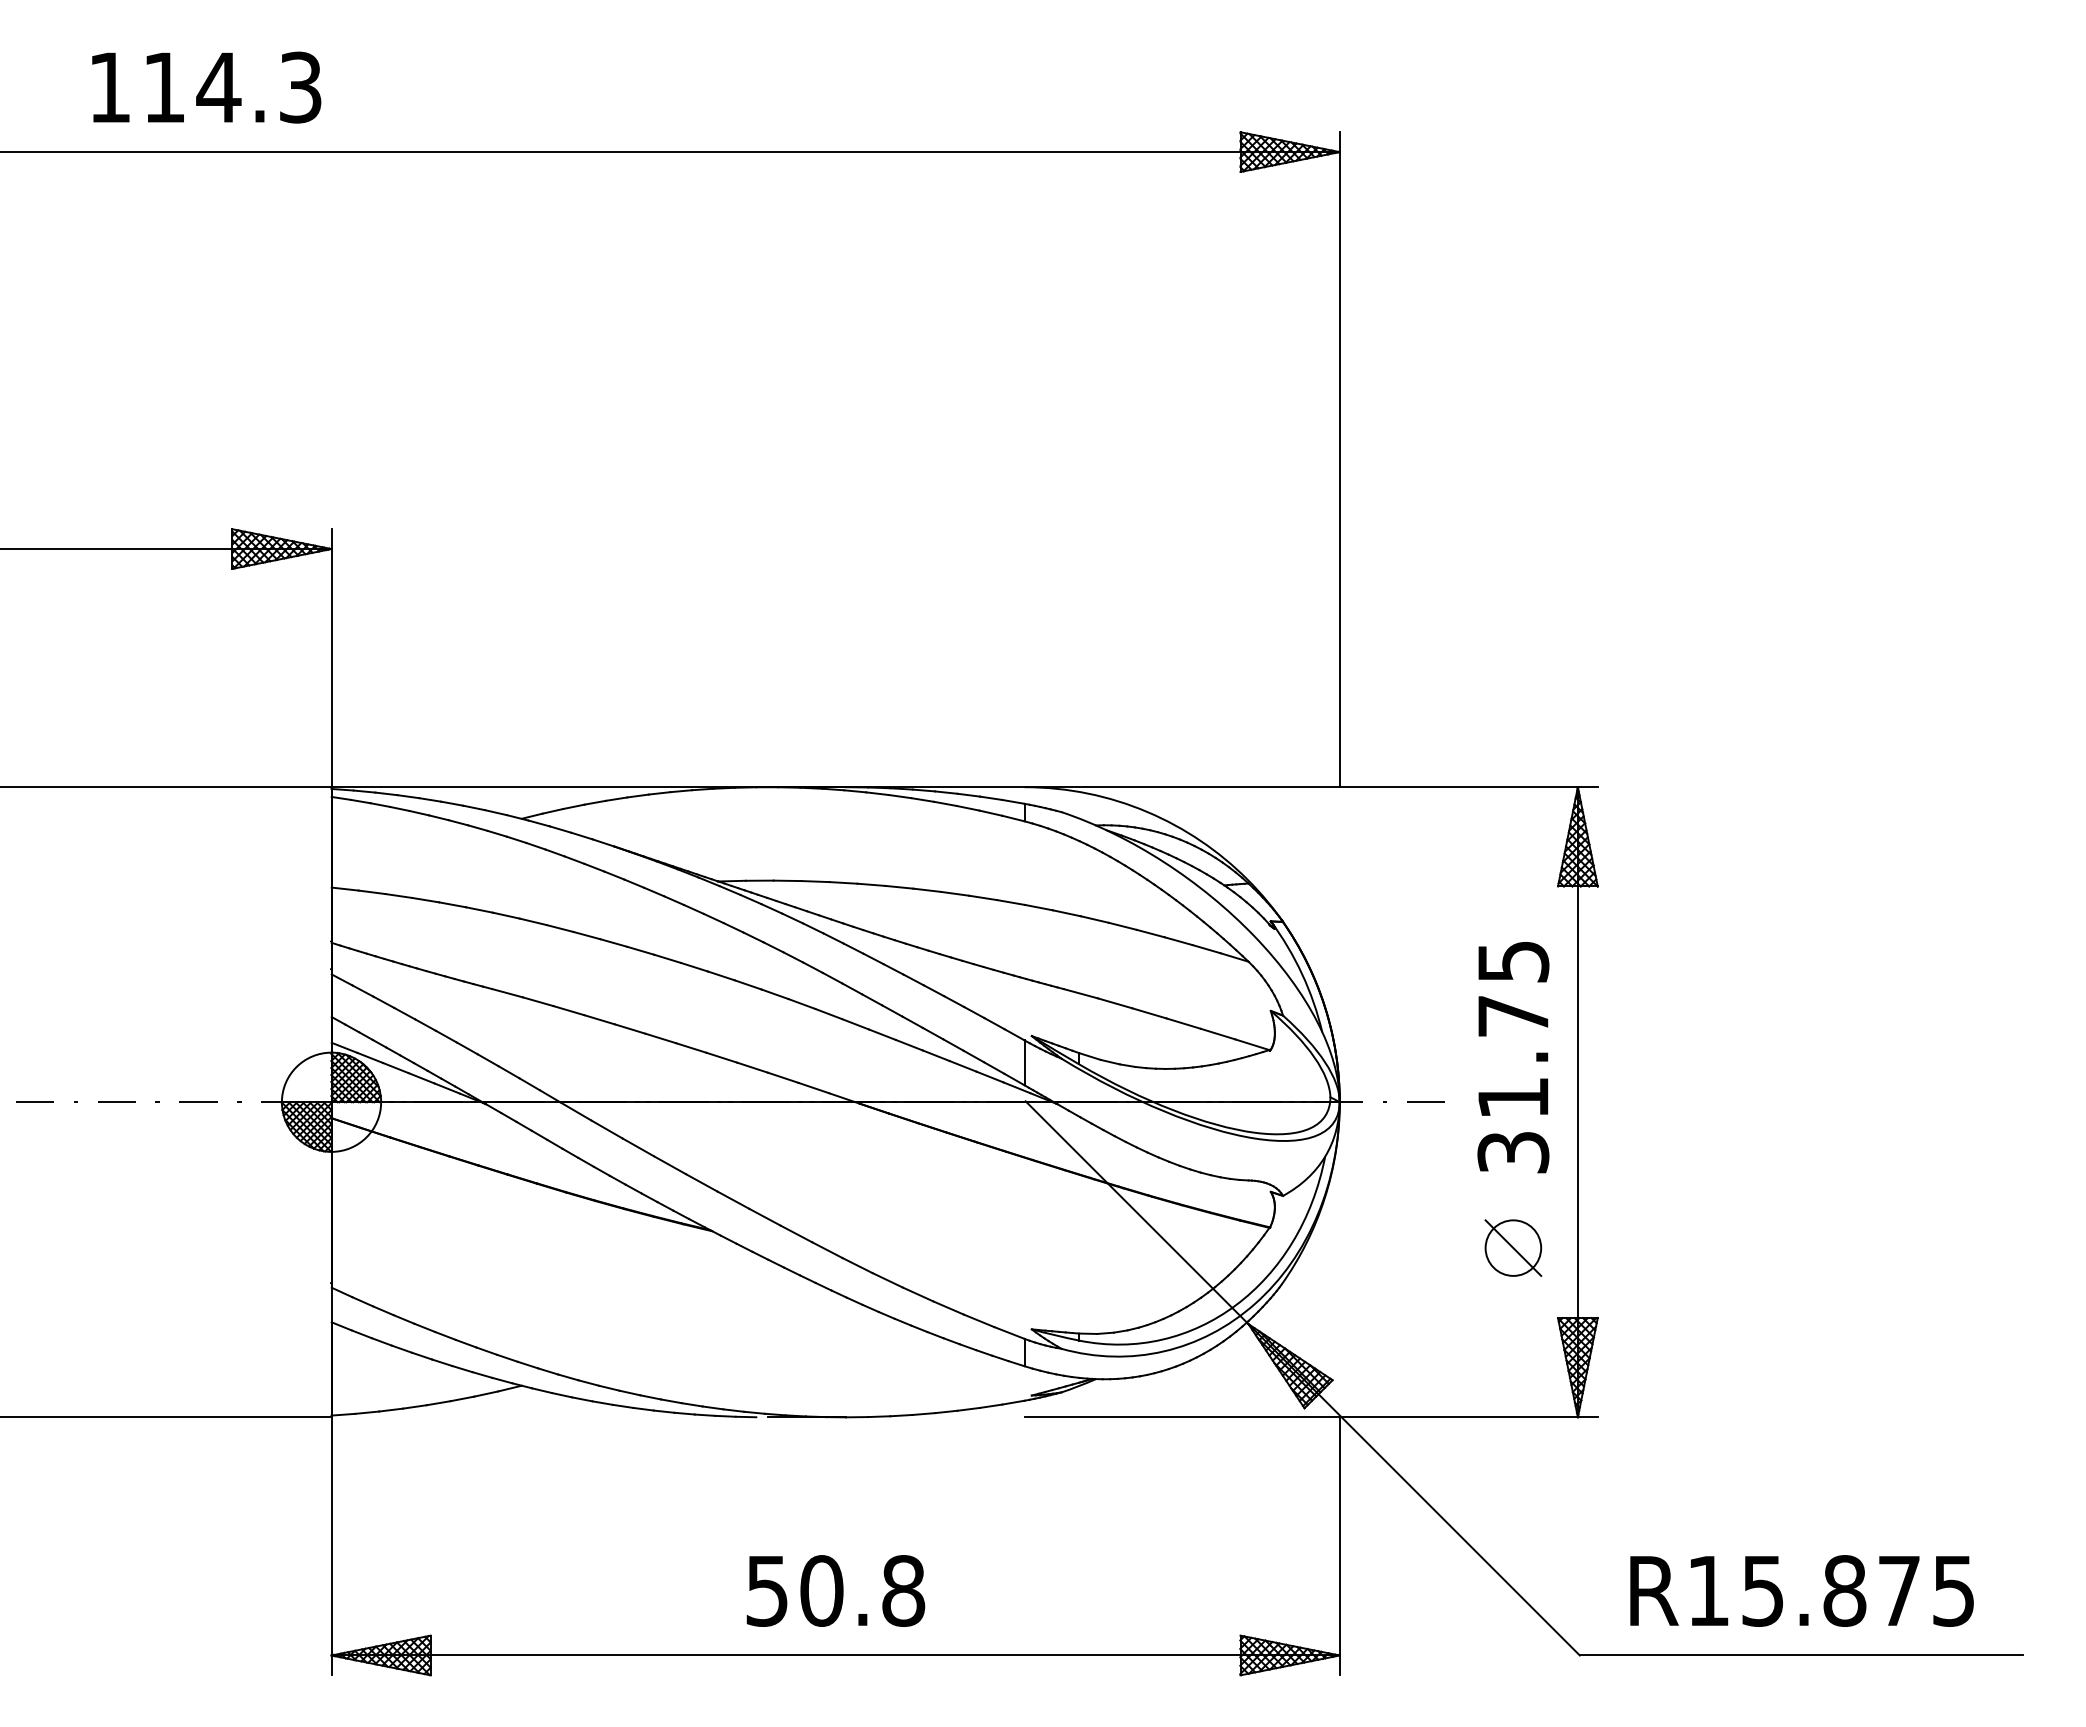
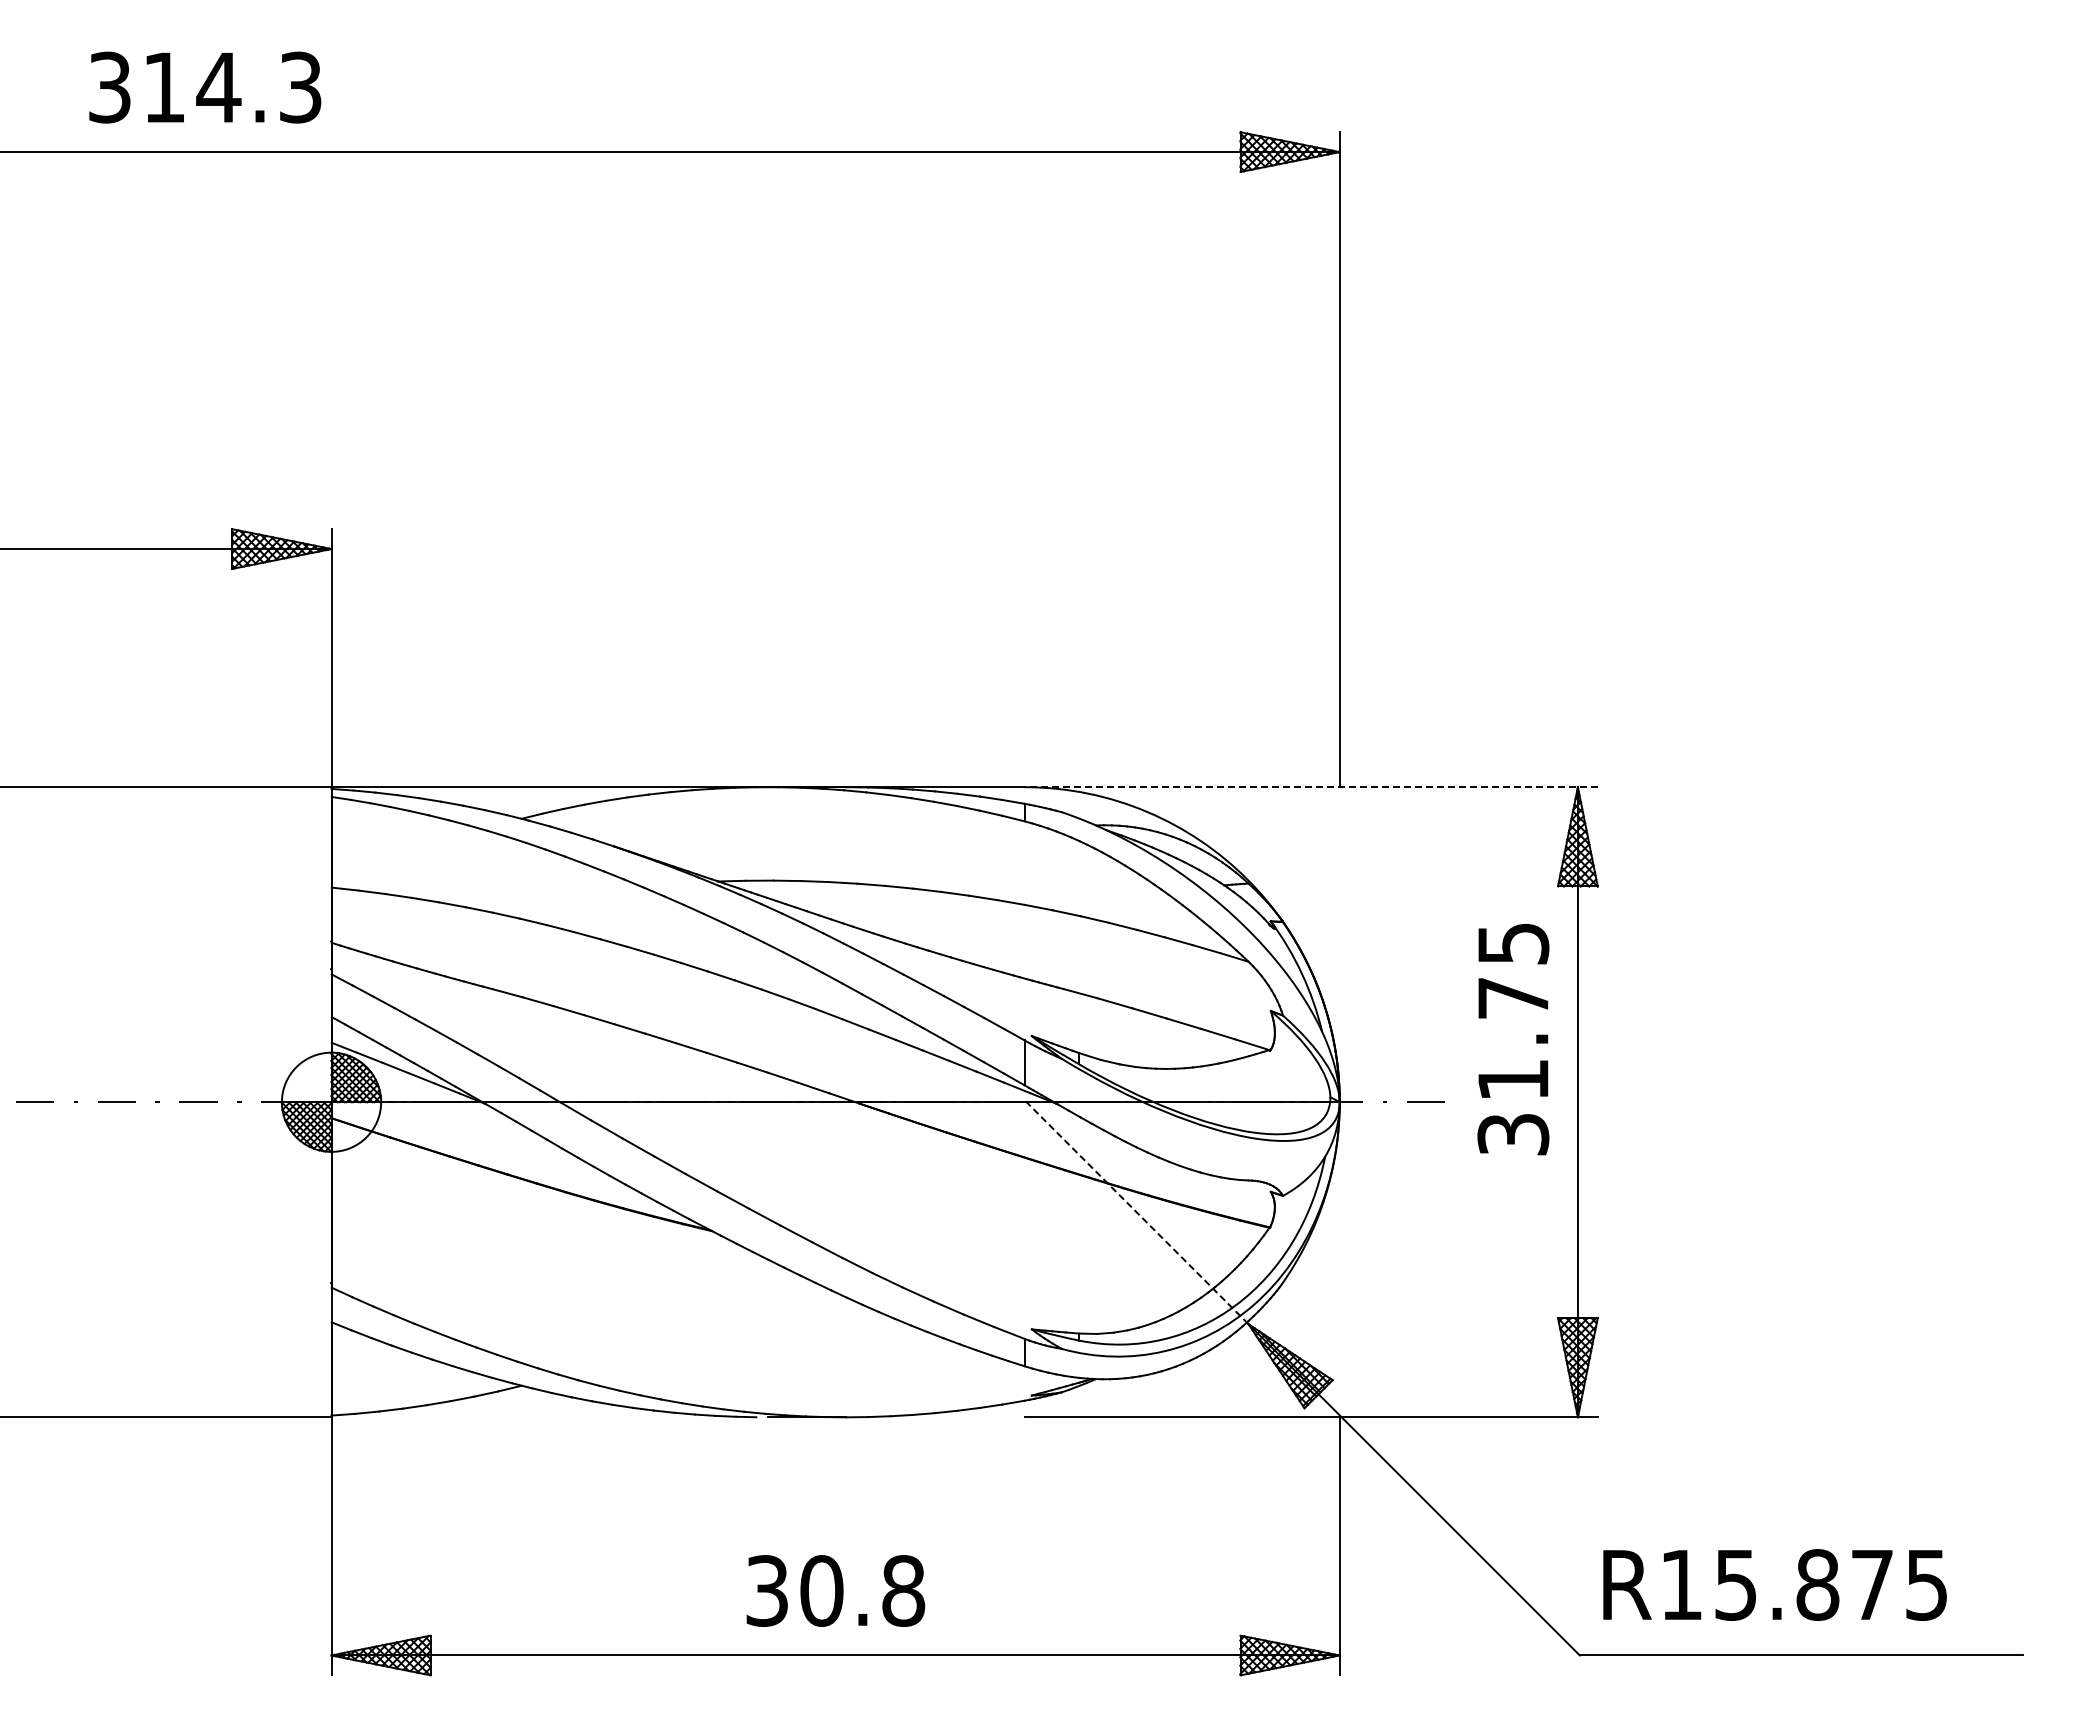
text at (109, 87): 114.3 -> 314.3
line at (1311, 787): solid -> dashed
text at (1513, 1057) position: (1513, 1057) -> (1513, 1039)
line at (1137, 1212): solid -> dashed
part at (1513, 1247): present -> none
text at (767, 1590): 50.8 -> 30.8
text at (1801, 1590) position: (1801, 1590) -> (1774, 1584)
